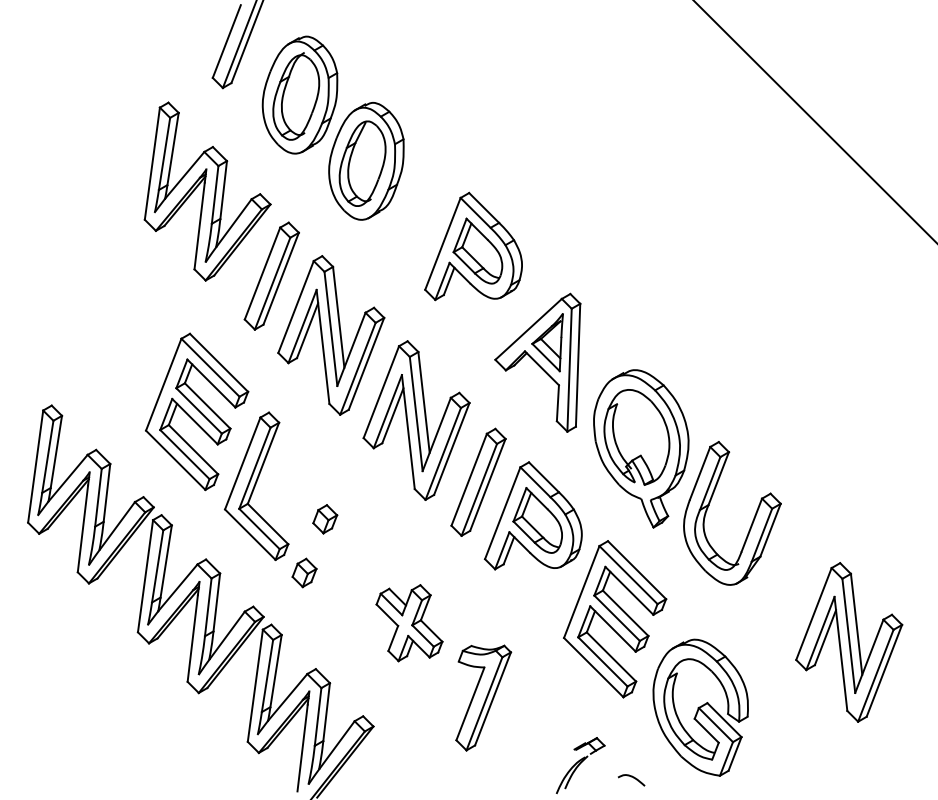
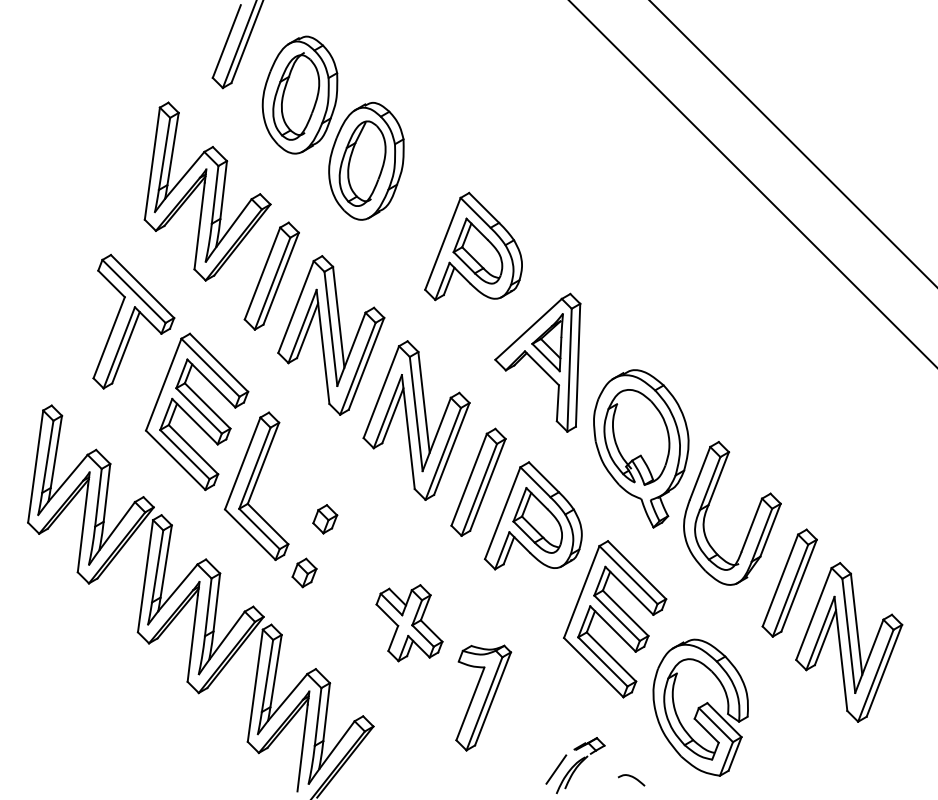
line at (814, 121) position: (814, 121) -> (792, 143)
line at (752, 183): none -> present
part at (133, 321): none -> present
part at (789, 582): none -> present
line at (556, 769): none -> present
